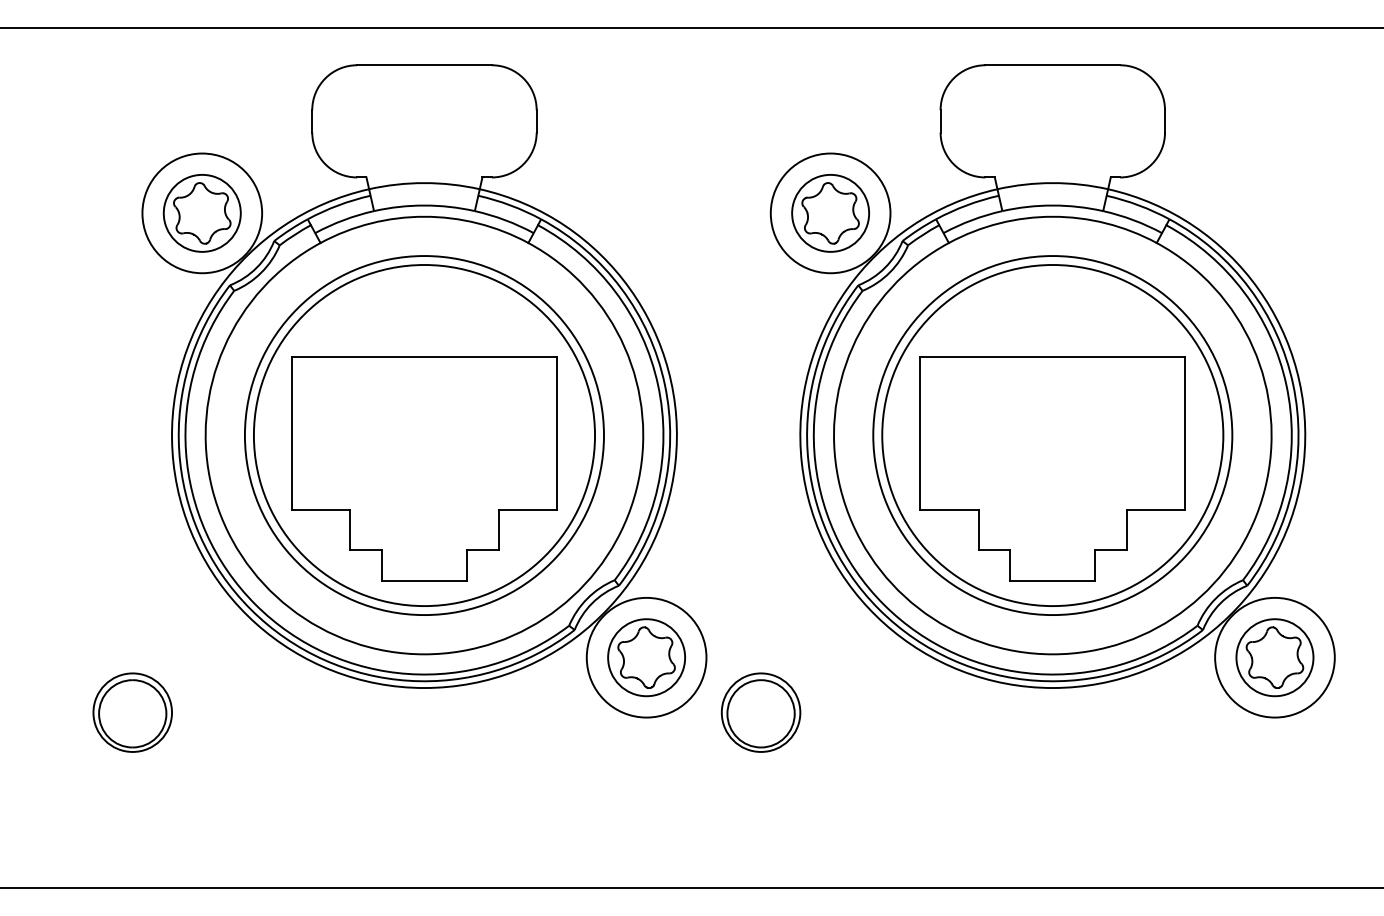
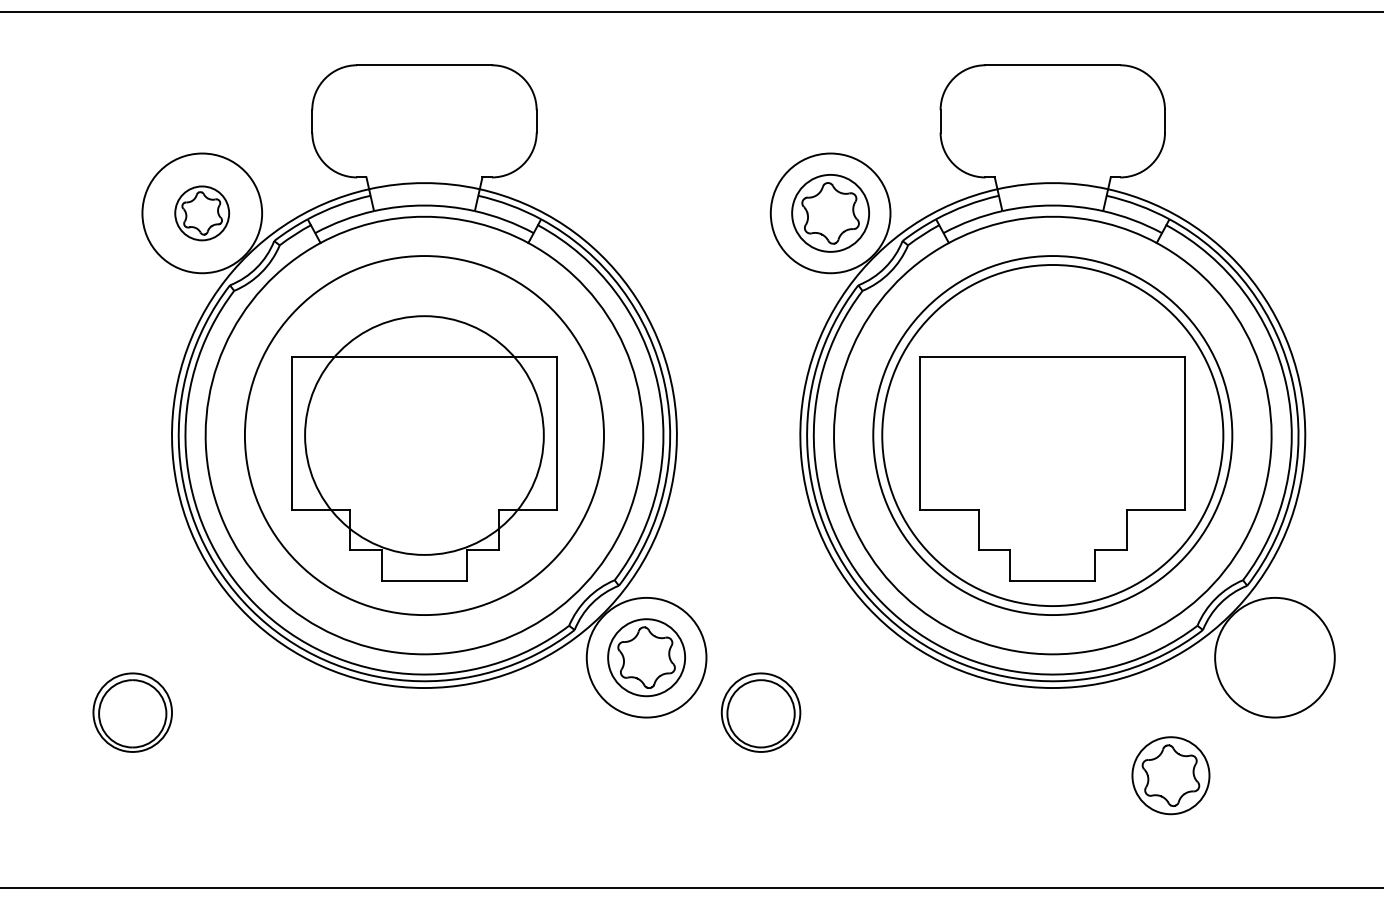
line at (691, 27) position: (691, 27) -> (691, 11)
part at (201, 213) size: 80x79 px -> 56x57 px
circle at (424, 435) diameter: 341 px -> 239 px
part at (1274, 657) position: (1274, 657) -> (1170, 775)
